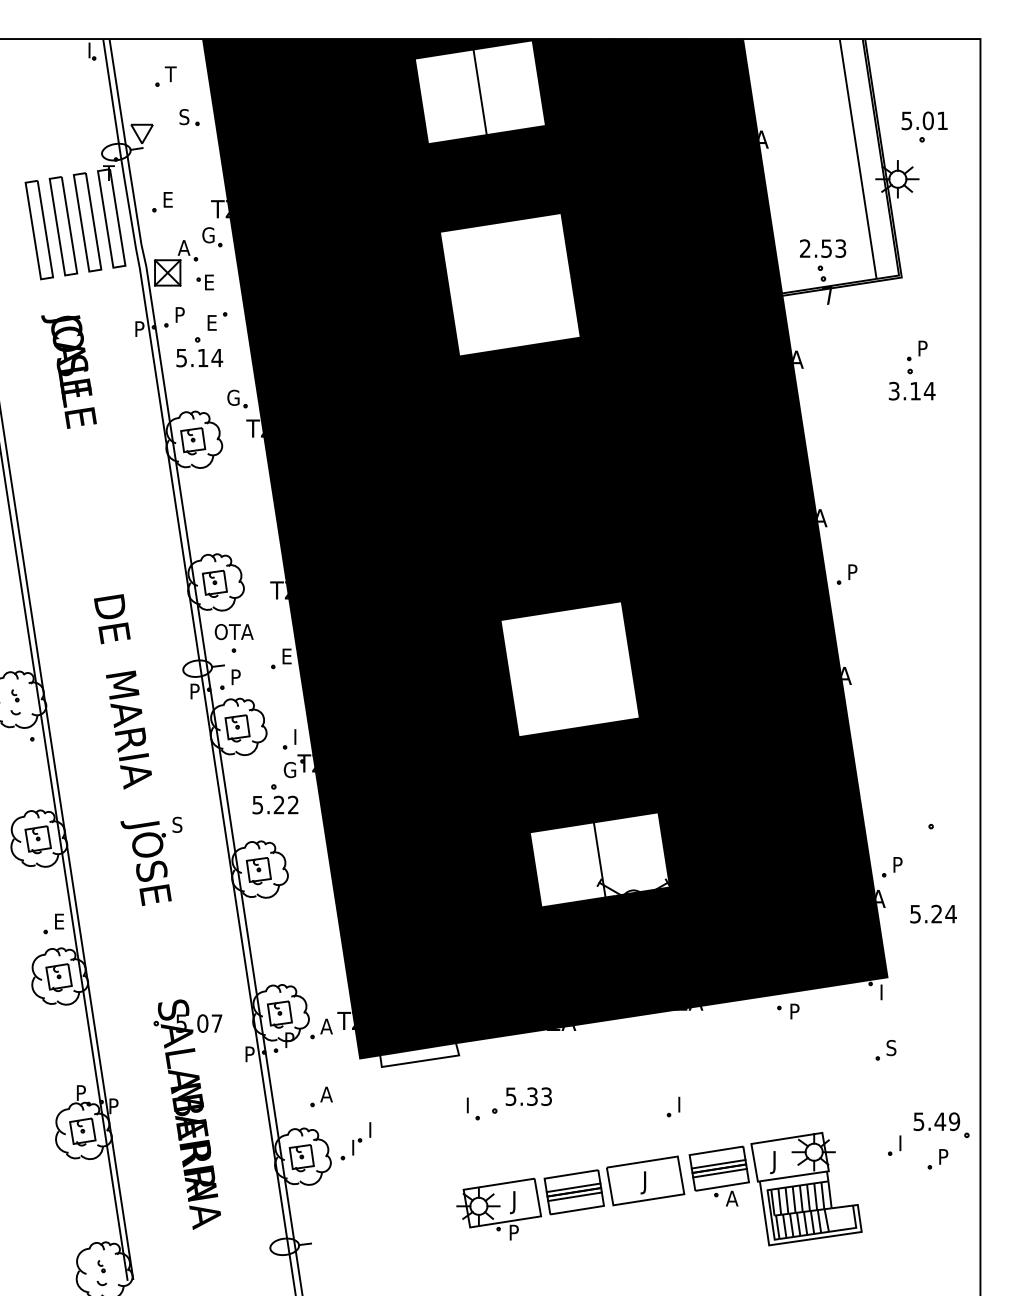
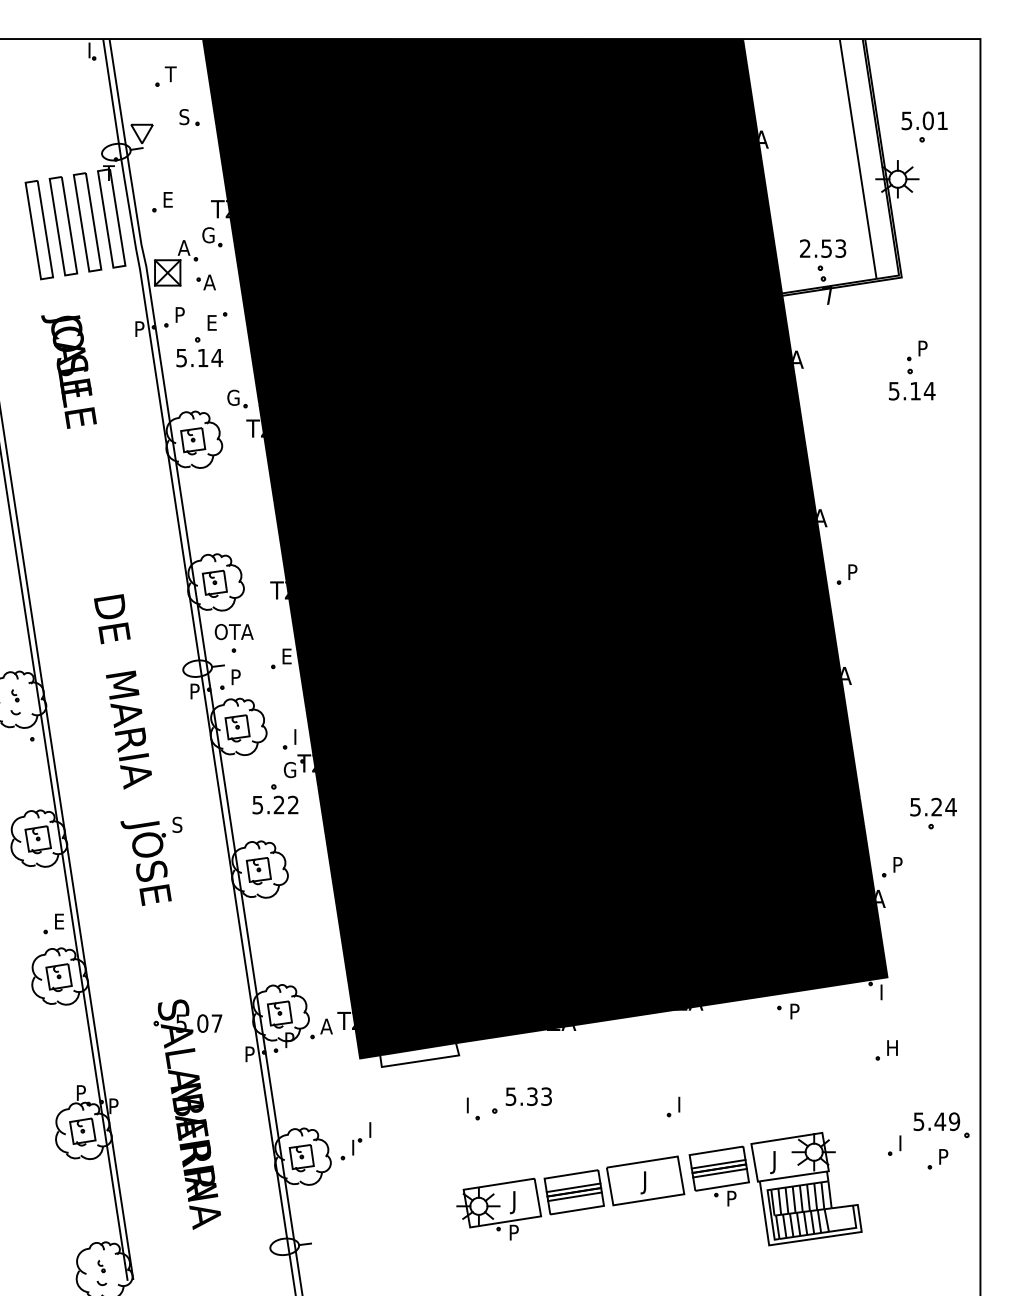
fill at (479, 92): none -> present
text at (209, 282): E -> A
fill at (509, 284): none -> present
text at (894, 390): 3.14 -> 5.14
fill at (569, 669): none -> present
fill at (599, 859): none -> present
text at (933, 913) position: (933, 913) -> (933, 806)
text at (891, 1048): S -> H
part at (321, 1096): present -> none
text at (731, 1198): A -> P
